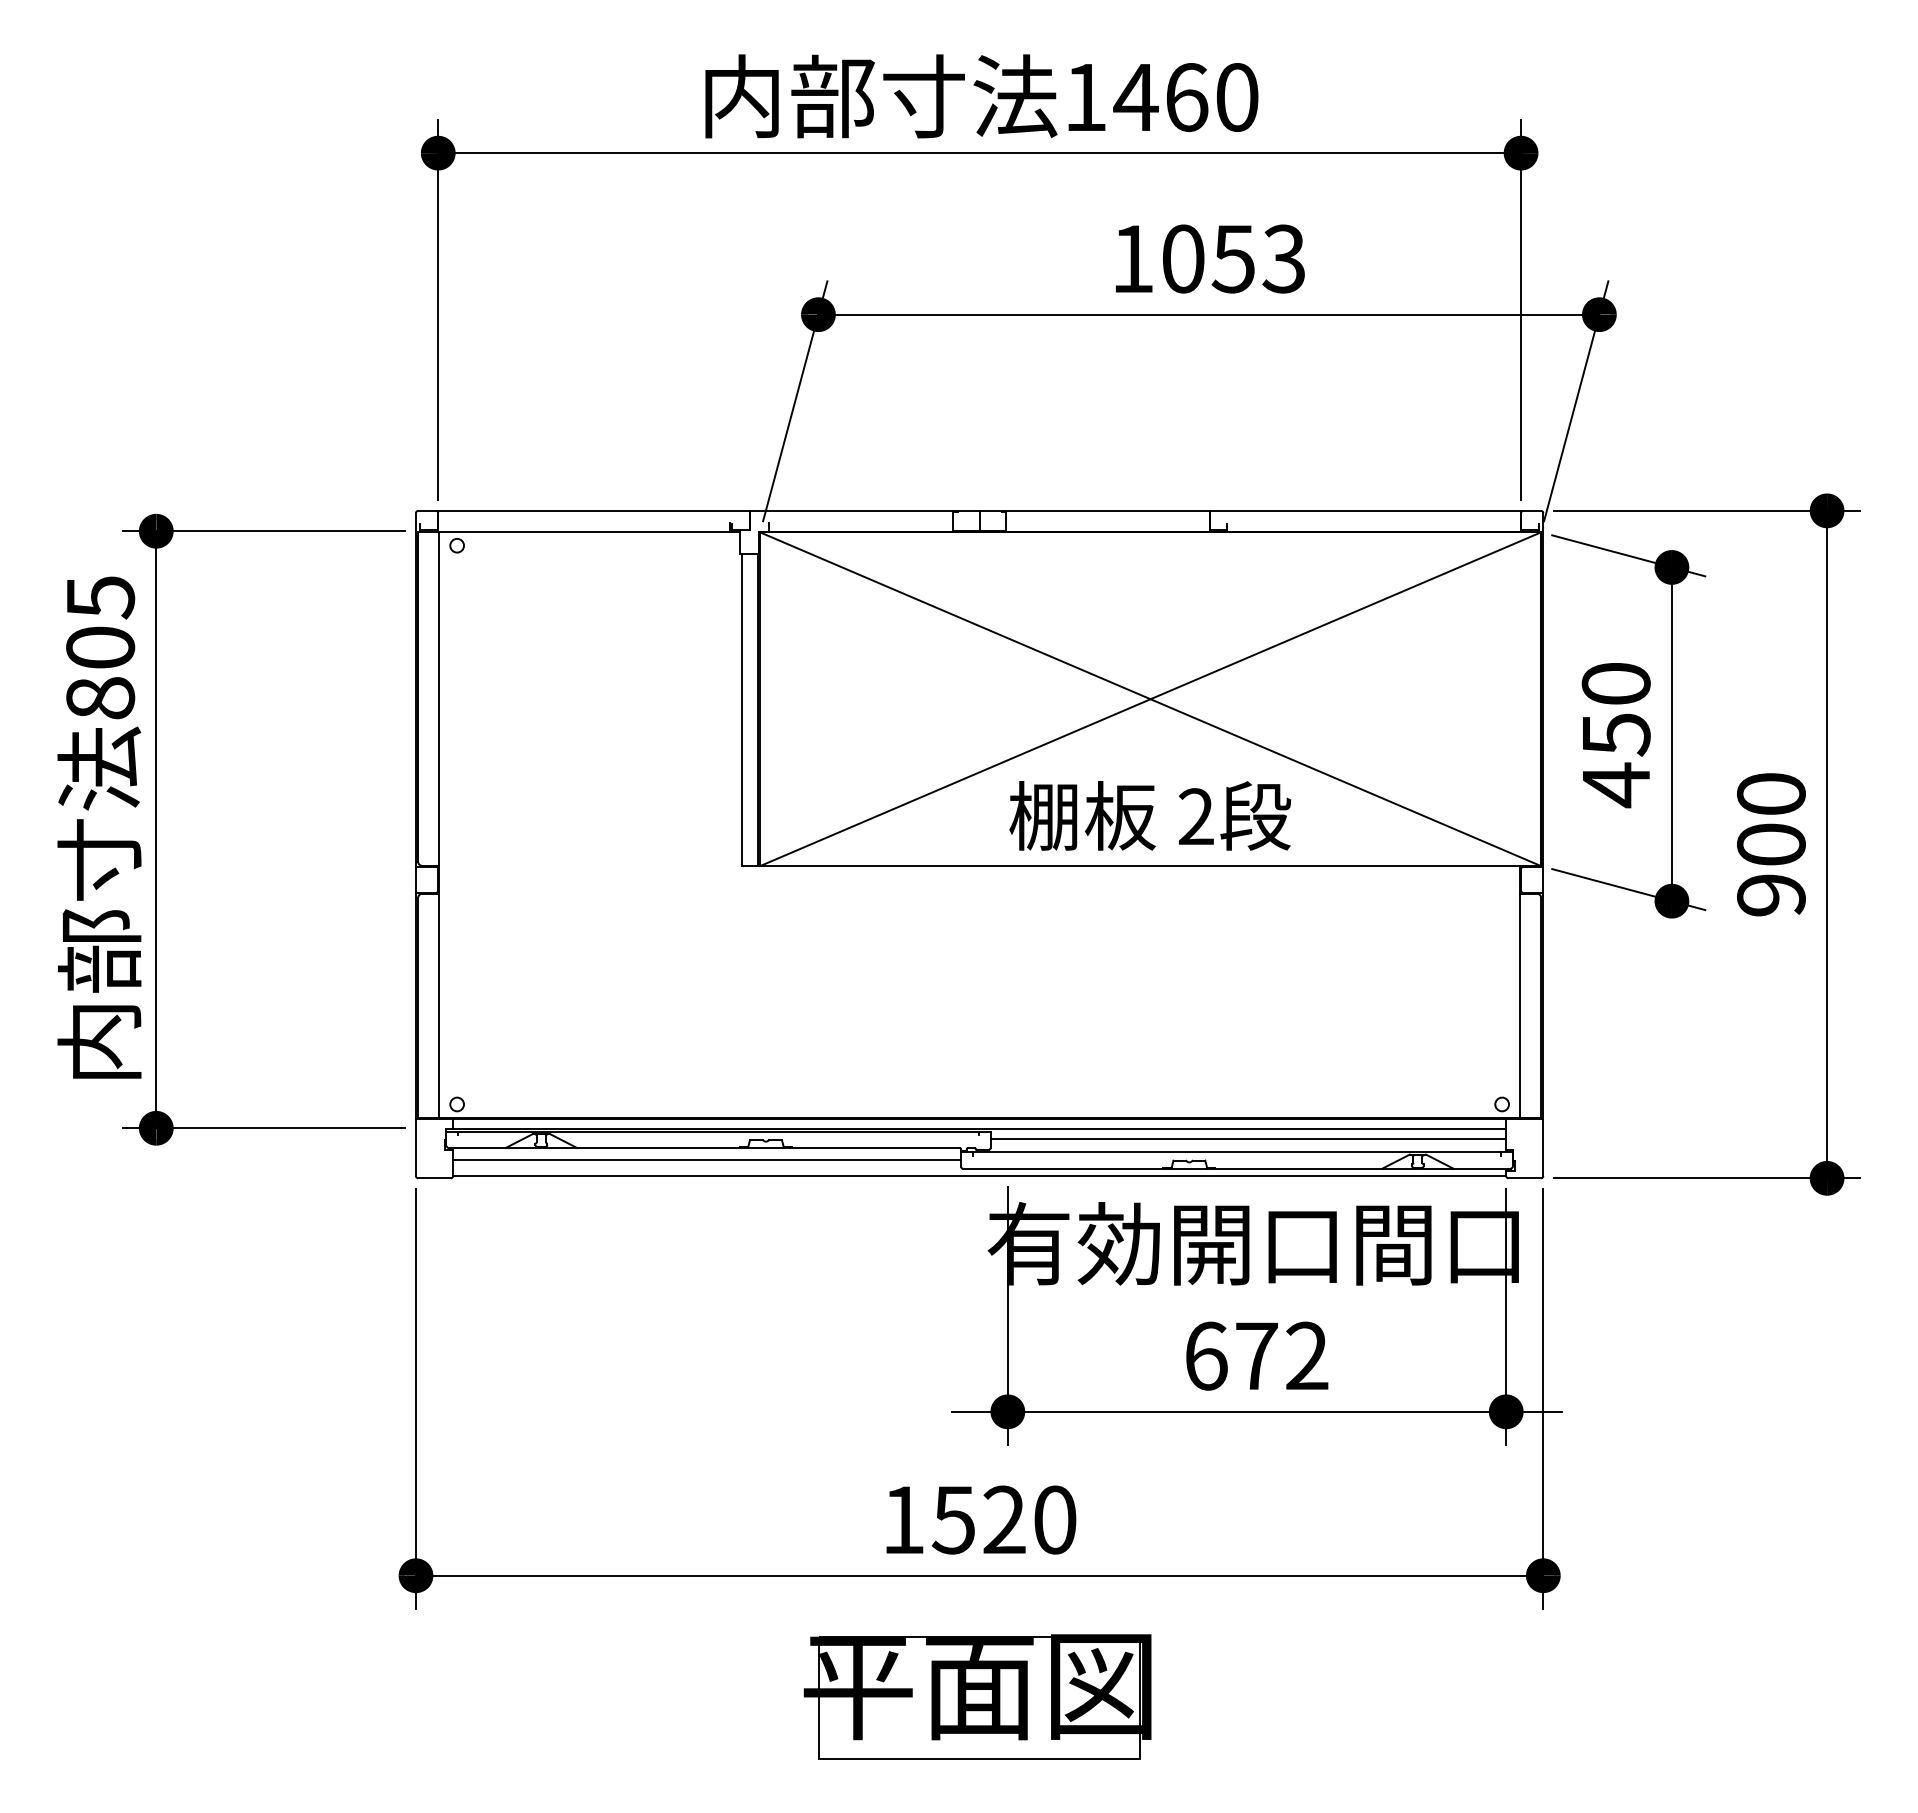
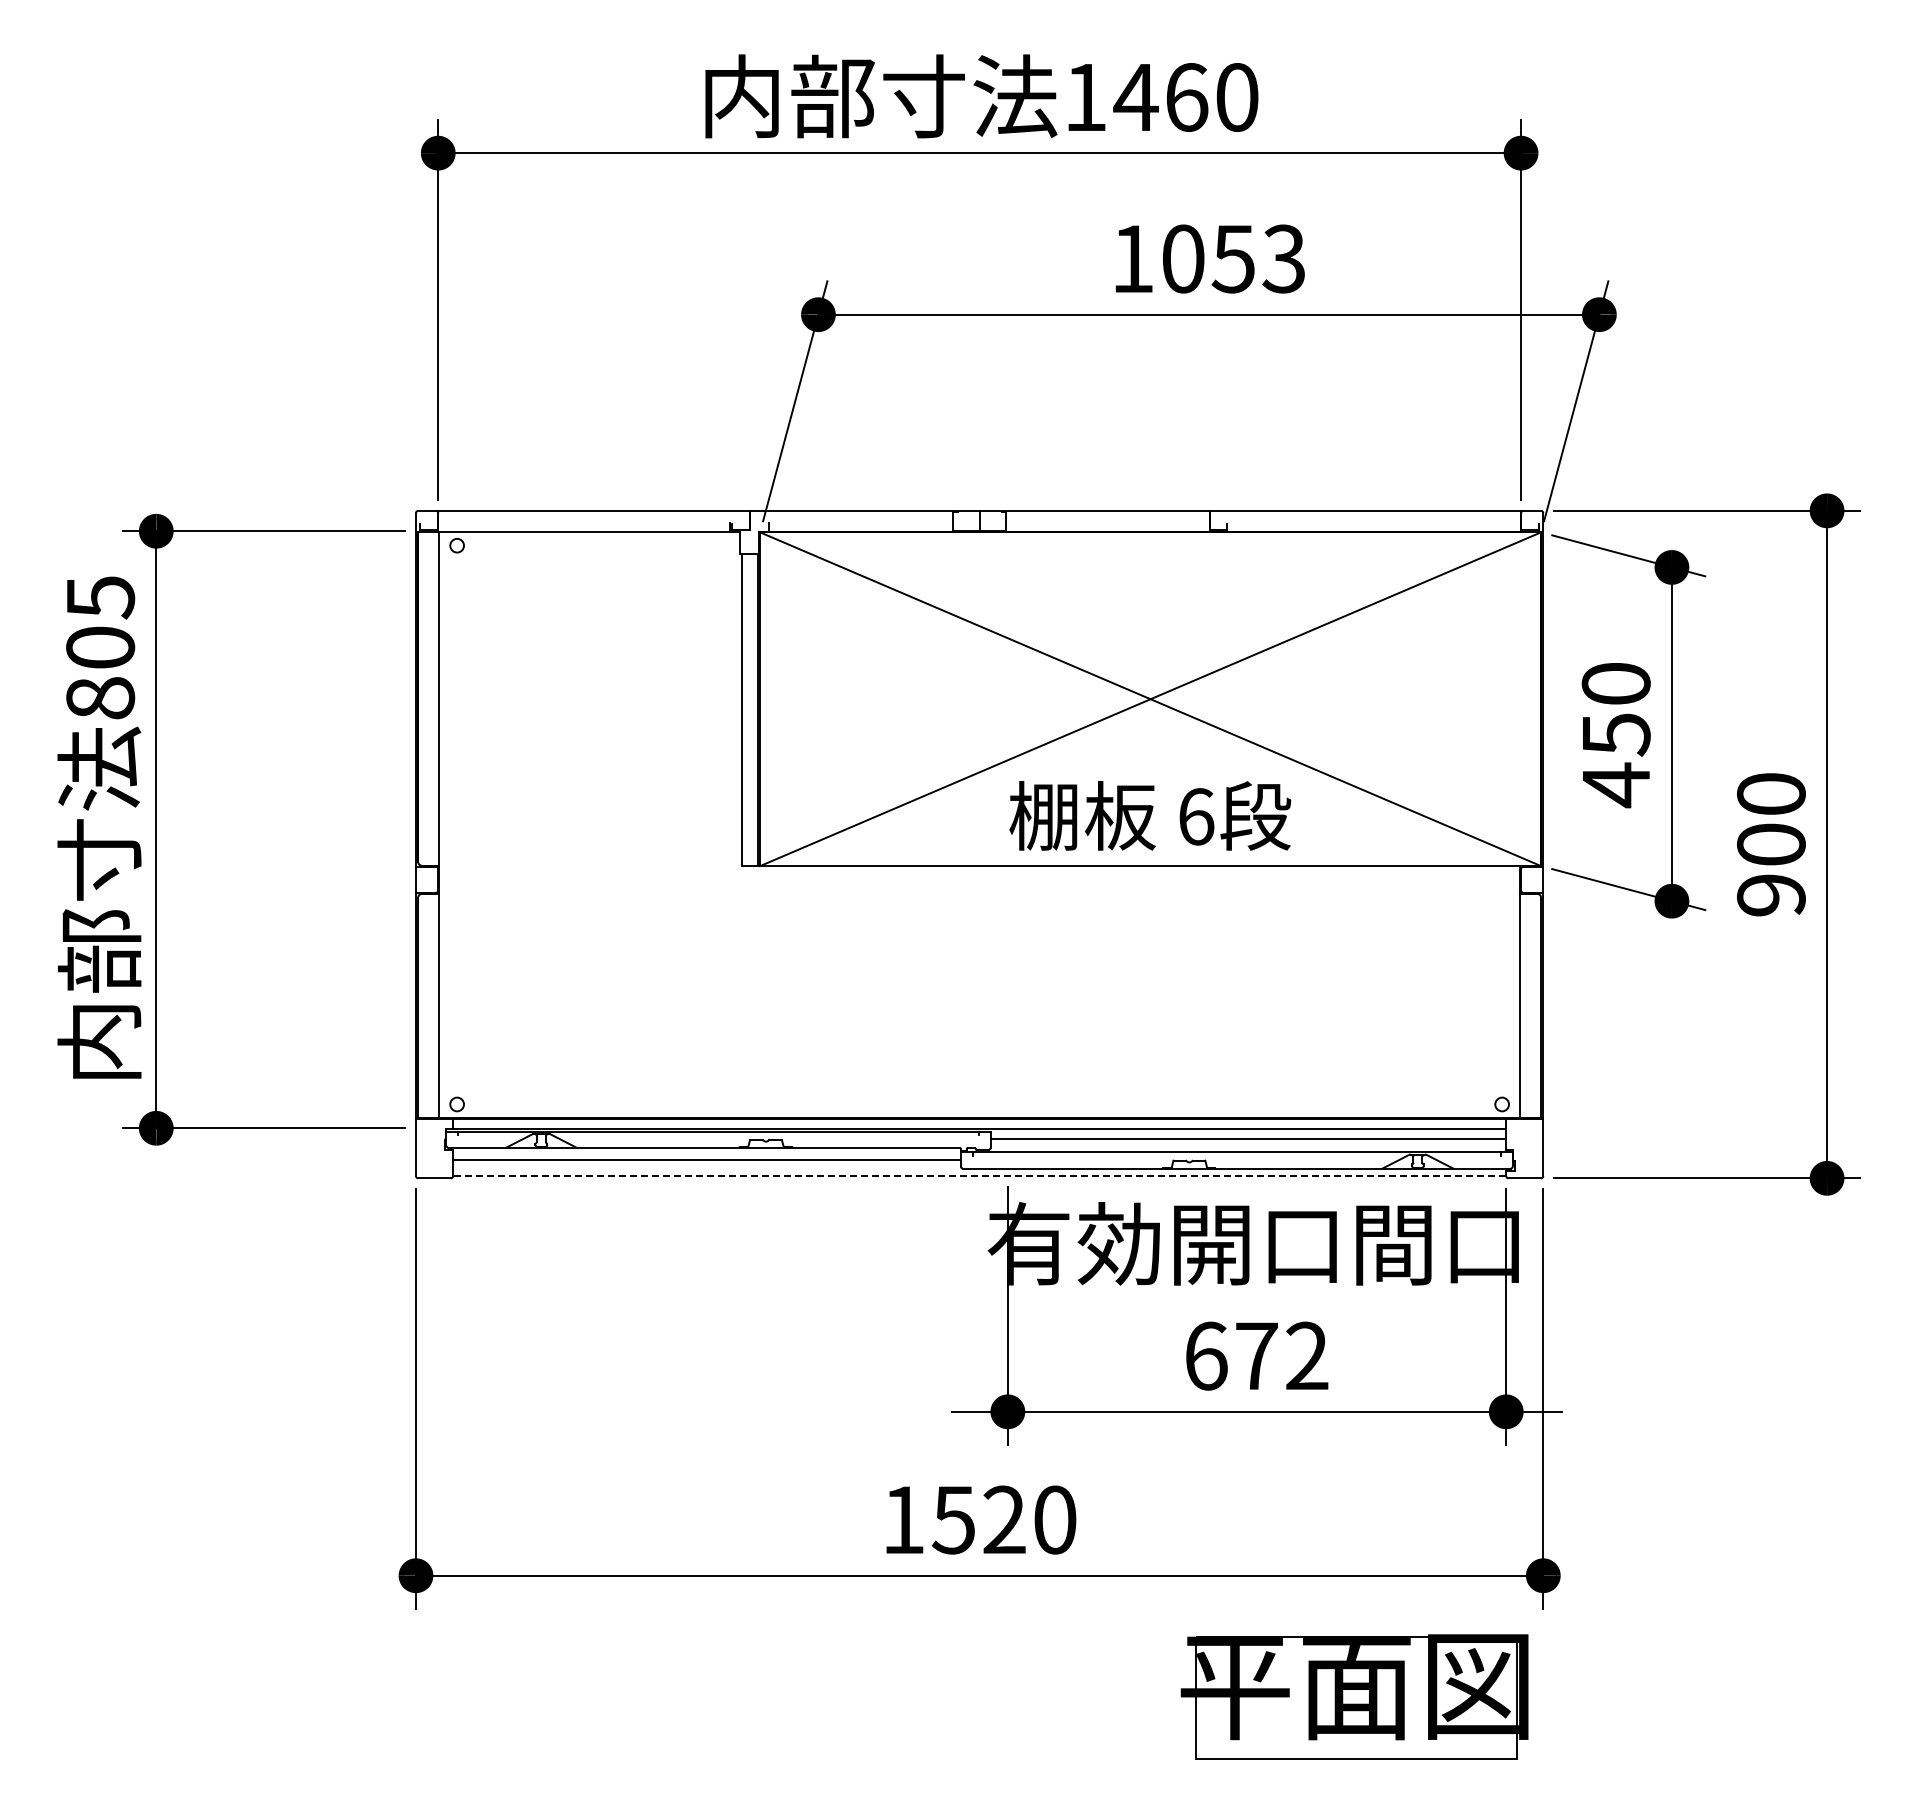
text at (1196, 816): 2 -> 6
line at (979, 1176): solid -> dashed
part at (977, 1696) position: (977, 1696) -> (1354, 1696)
